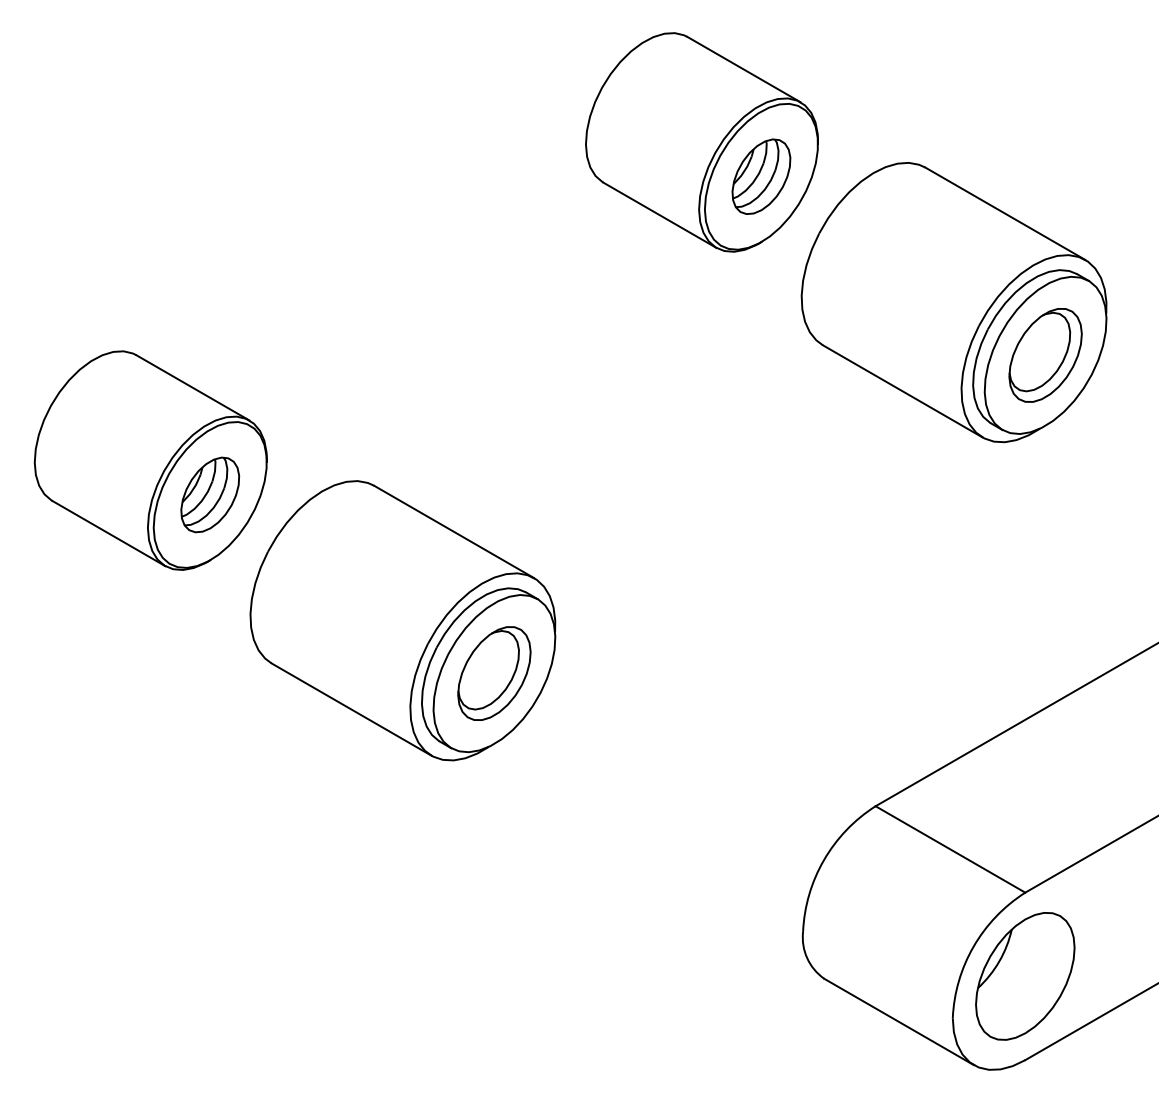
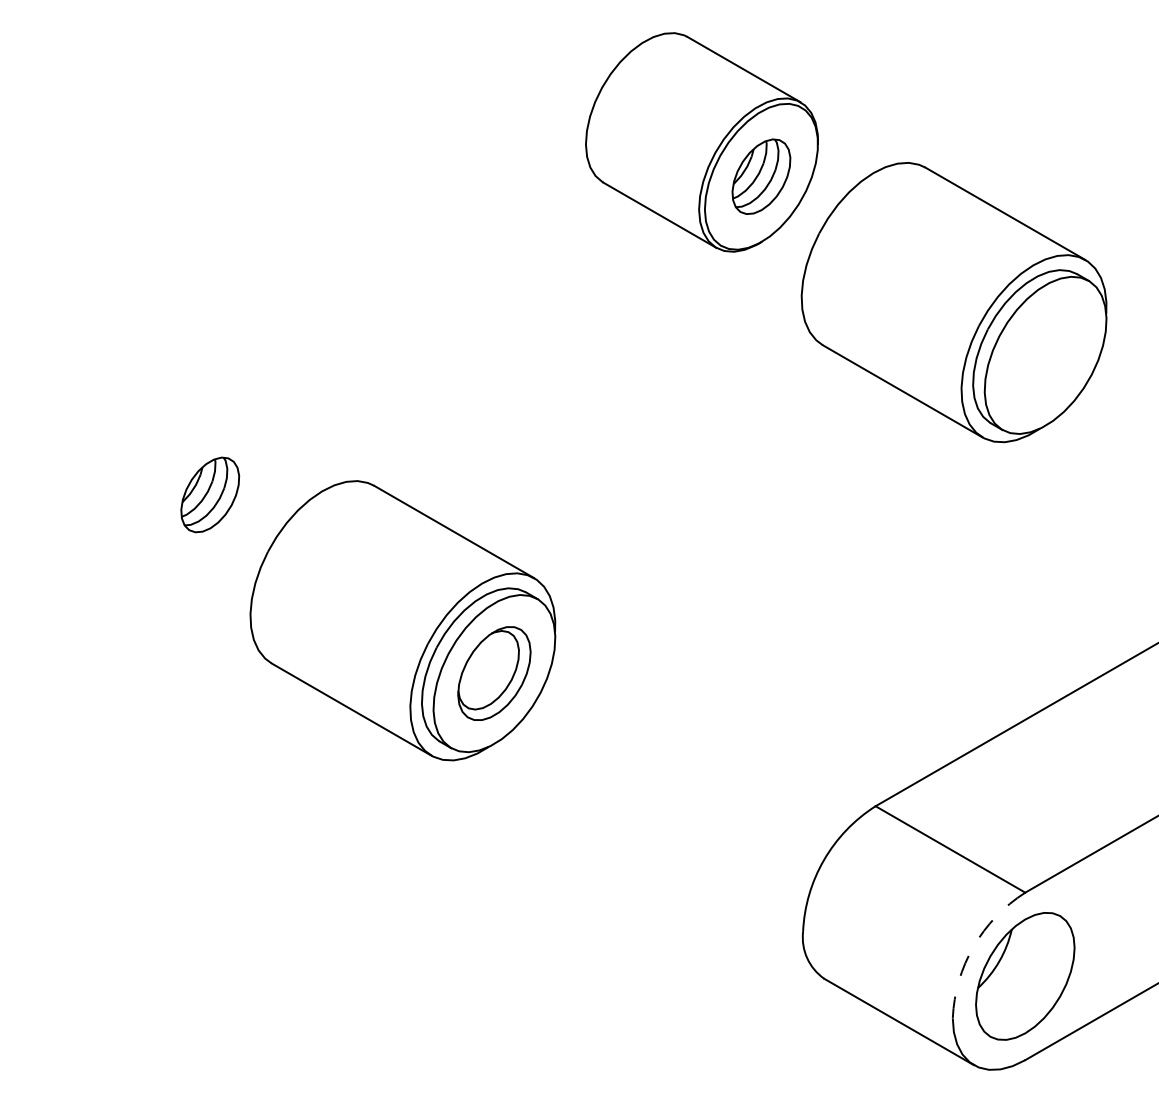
part at (1045, 355): present -> none
part at (150, 460): present -> none
arc at (973, 946): solid -> dashed
